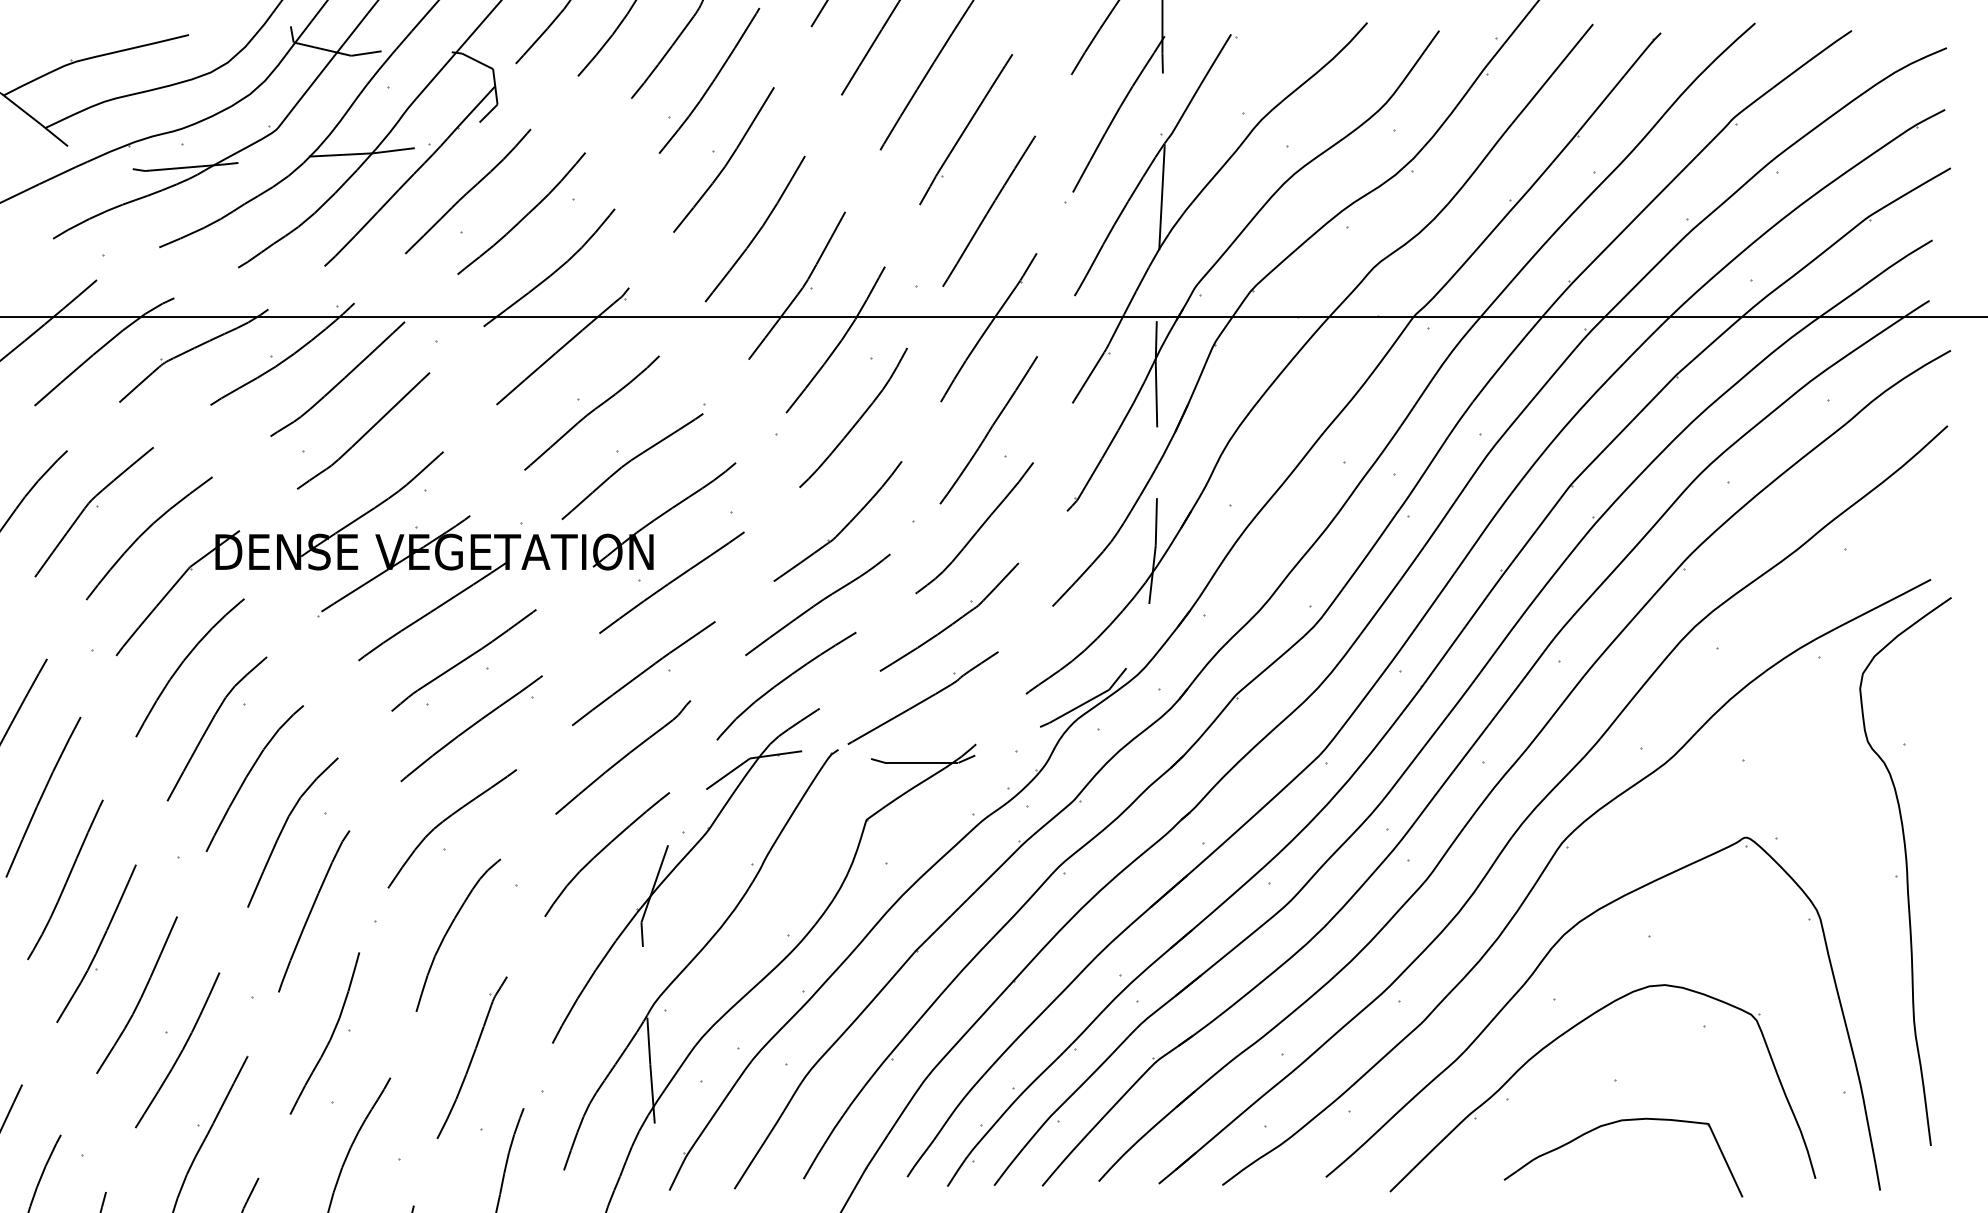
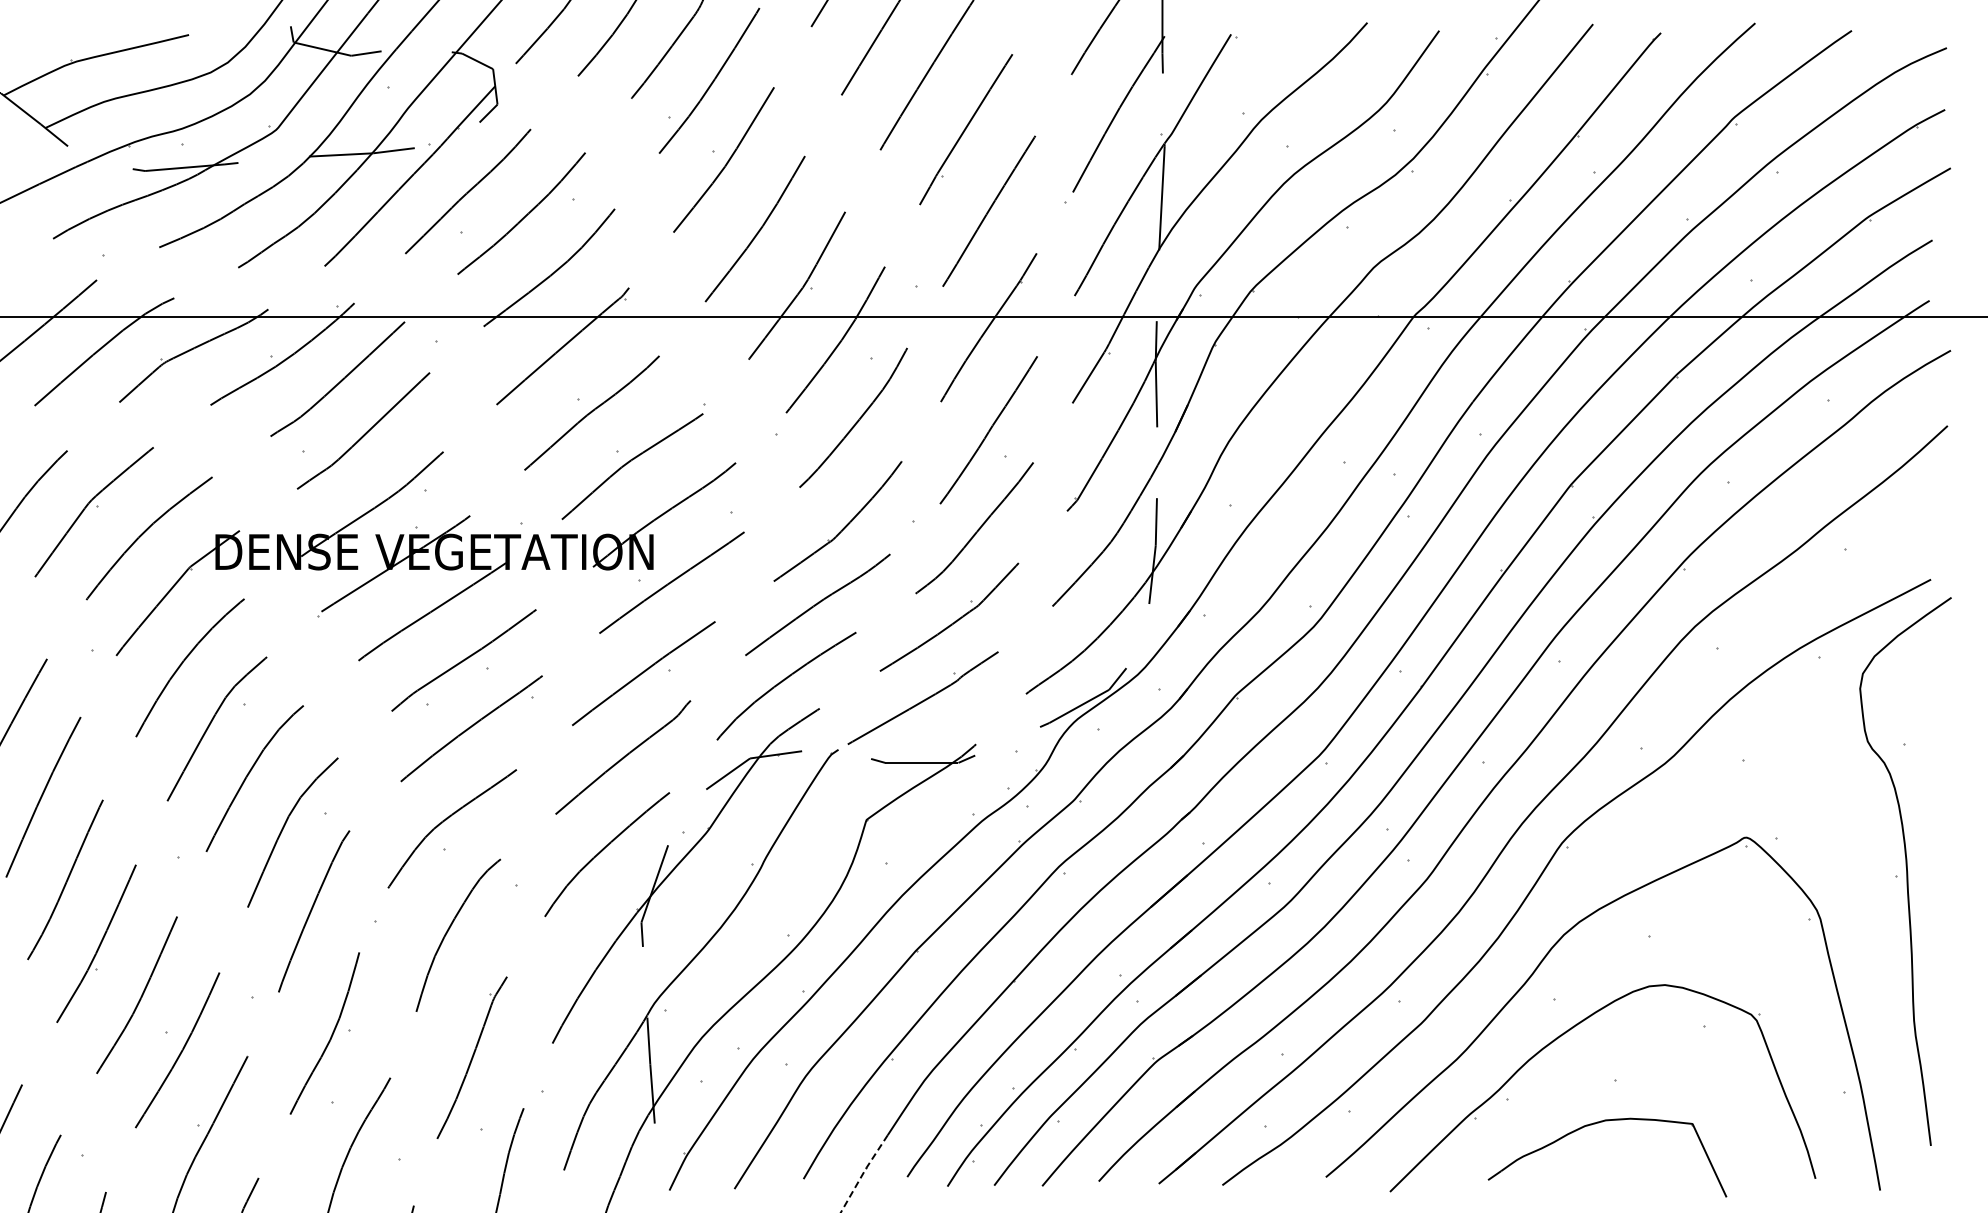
part at (1611, 1124) position: (1611, 1124) -> (1595, 1124)
line at (864, 1172): solid -> dashed
